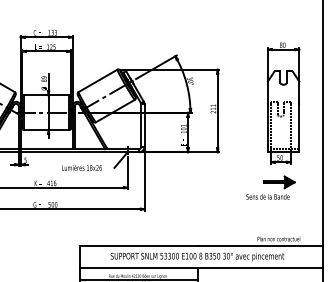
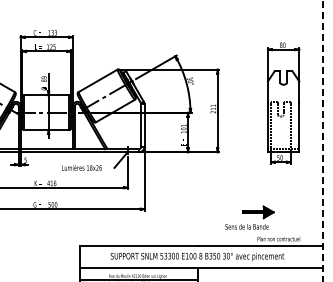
line at (323, 140): solid -> dashed
part at (270, 187) position: (270, 187) -> (249, 217)
